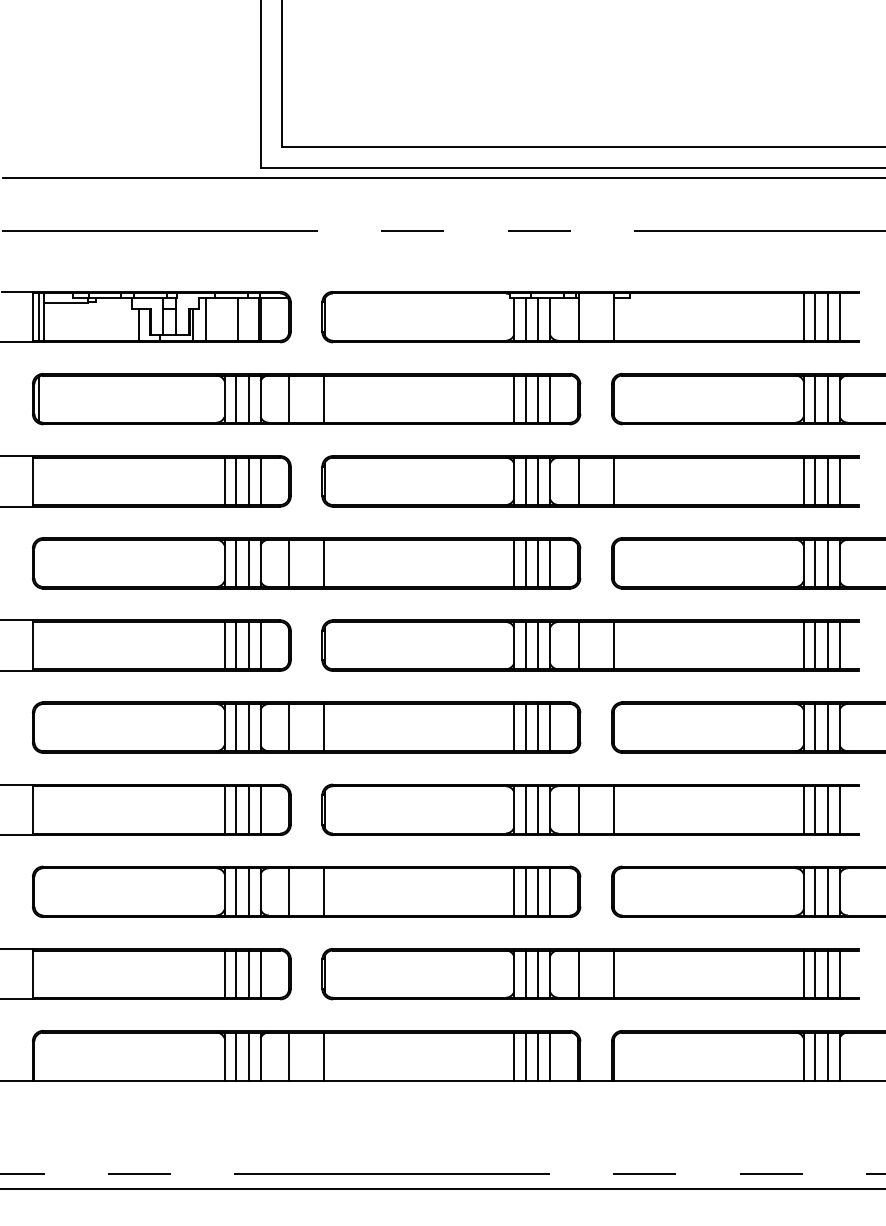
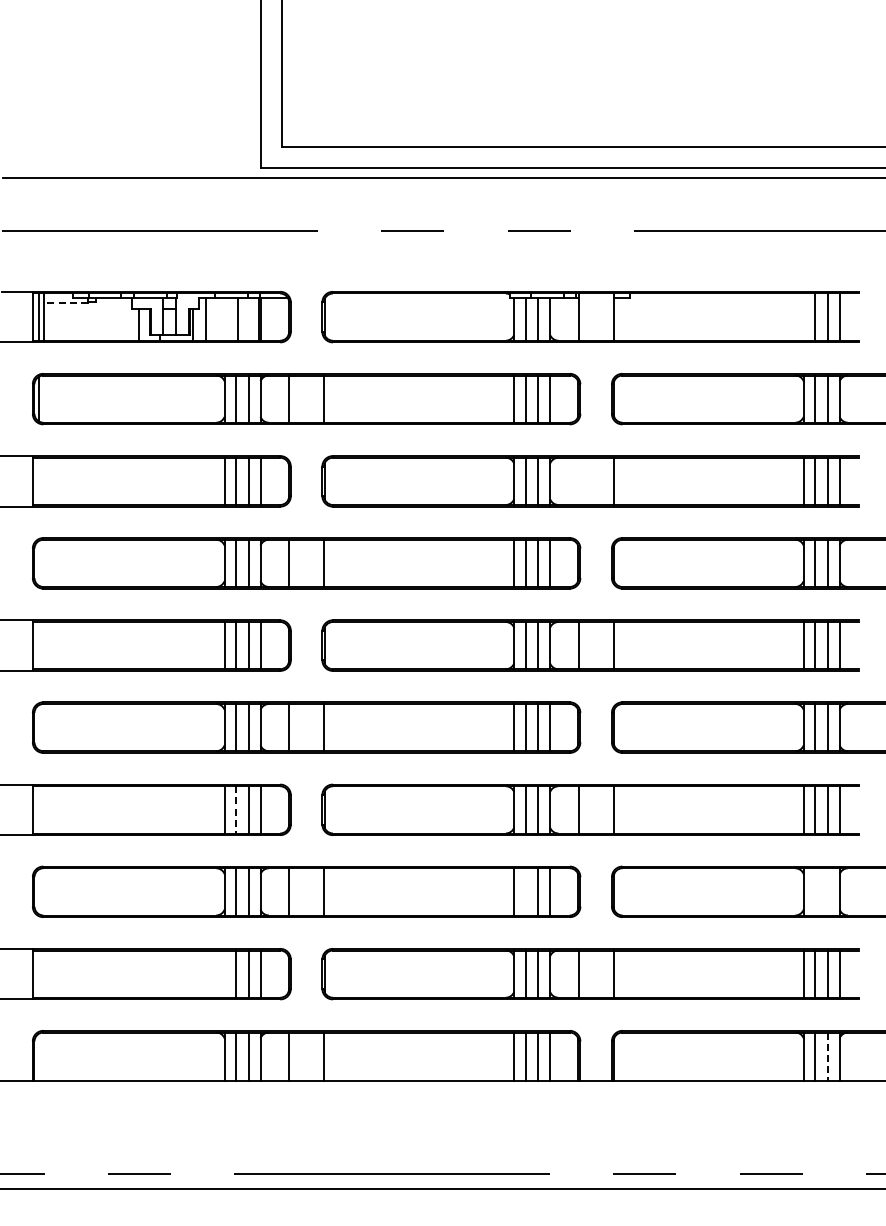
line at (66, 302): solid -> dashed
line at (803, 316): present -> none
line at (578, 480): present -> none
line at (236, 809): solid -> dashed
line at (525, 891): present -> none
line at (815, 891): present -> none
line at (828, 891): present -> none
line at (224, 973): present -> none
line at (828, 1057): solid -> dashed
